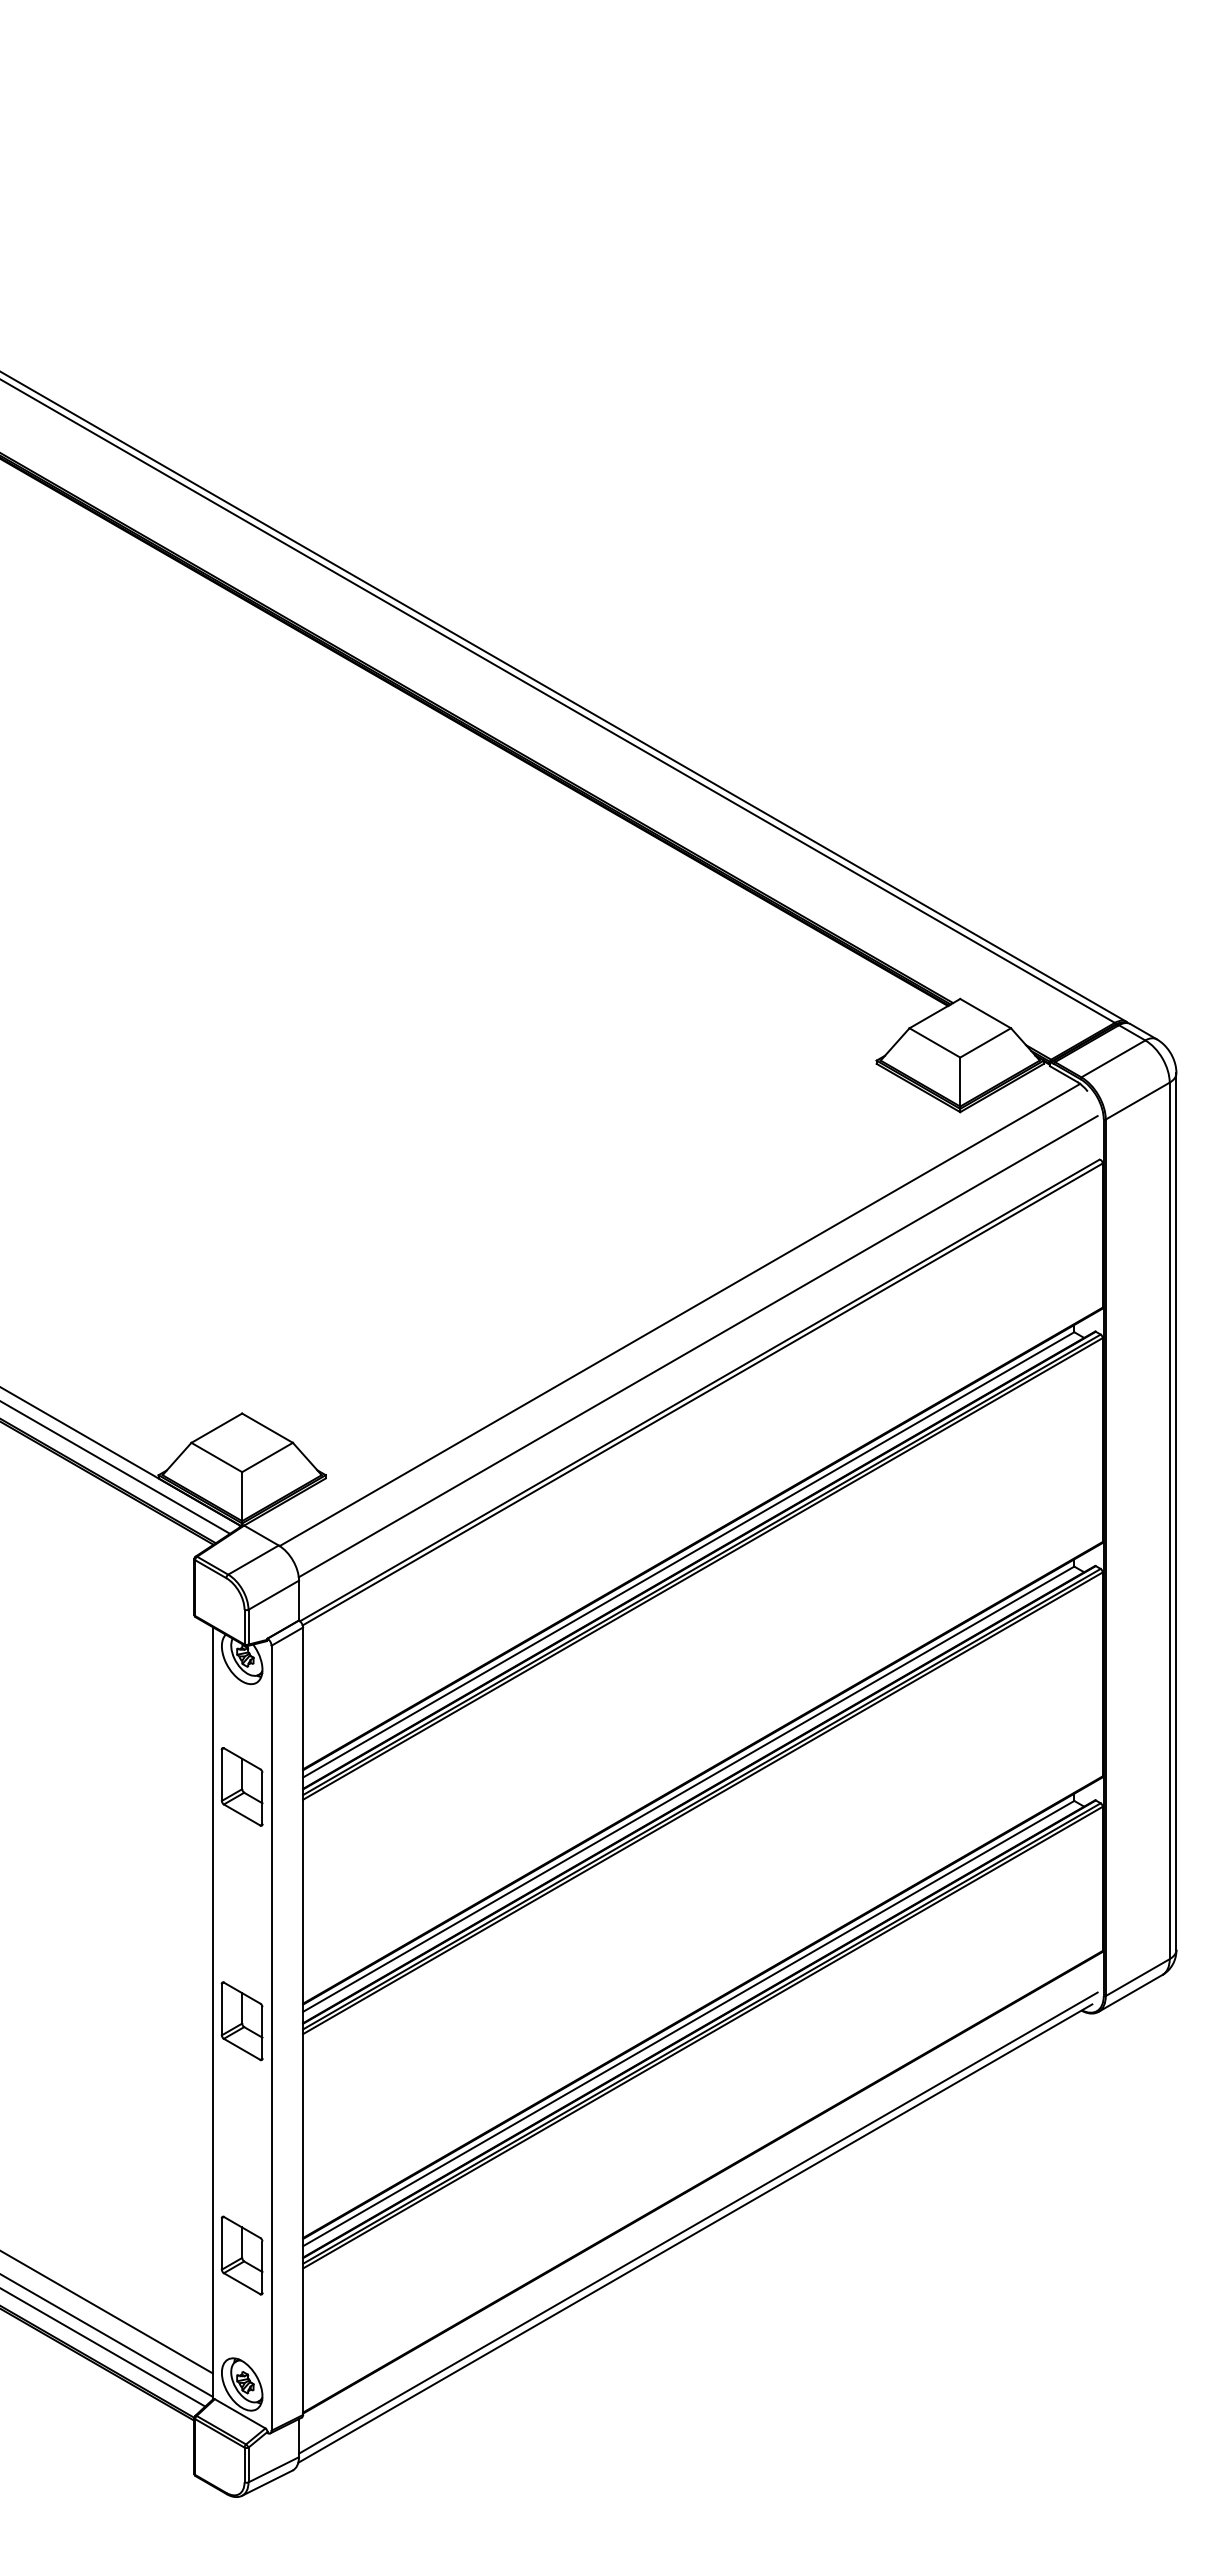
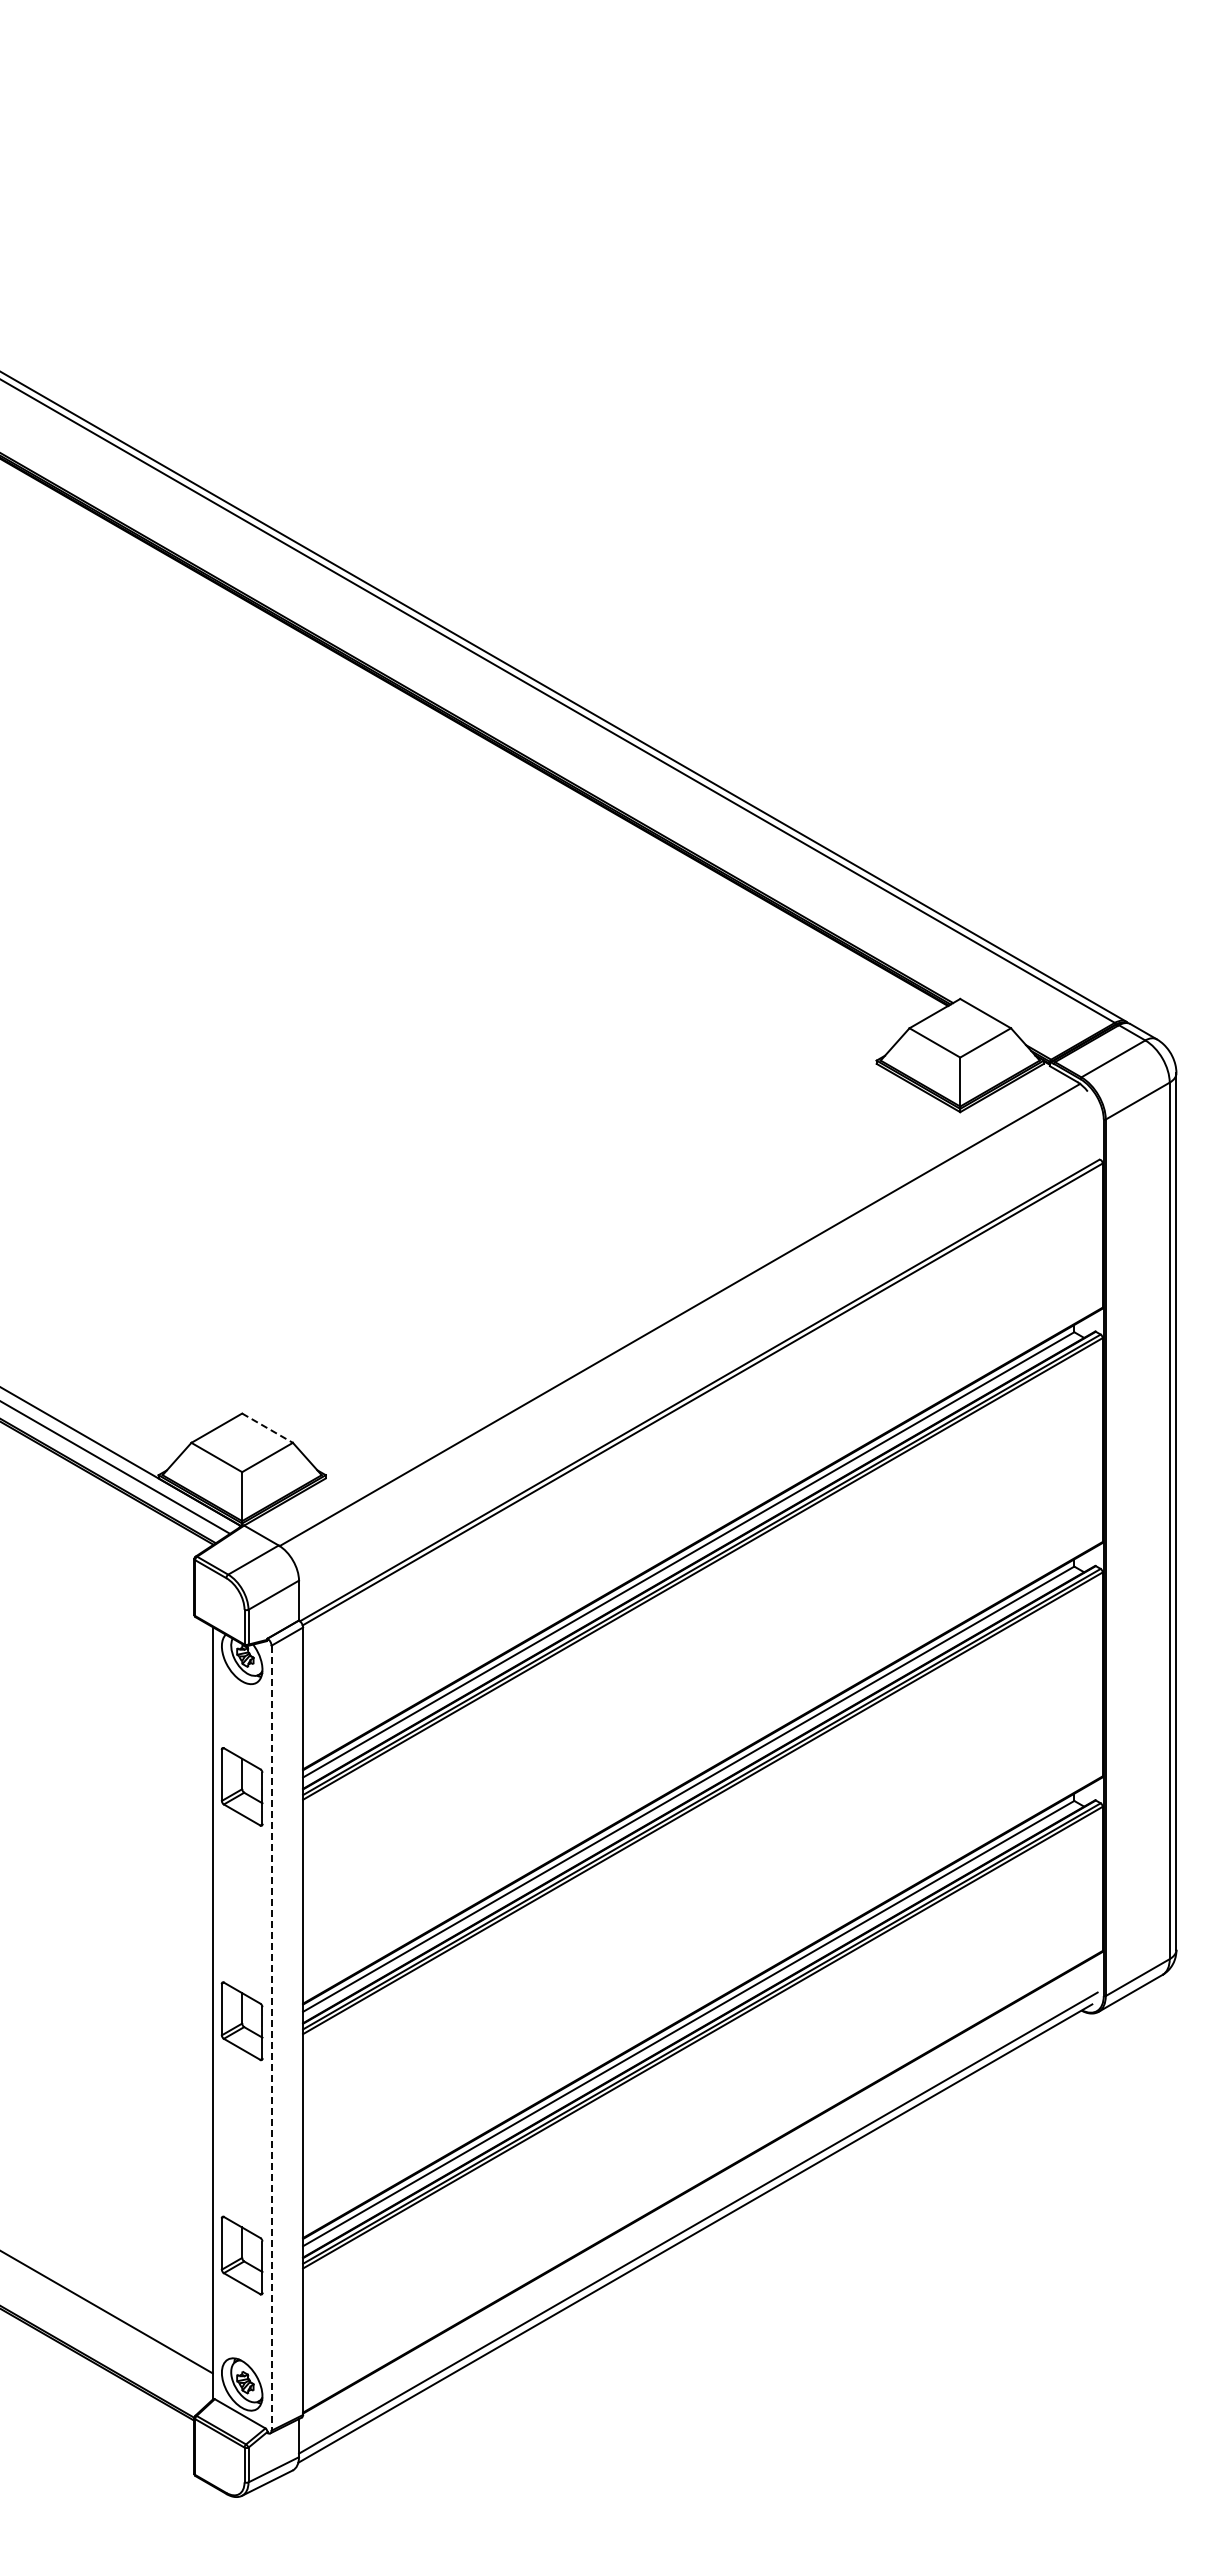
line at (697, 1346): present -> none
line at (267, 1428): solid -> dashed
line at (271, 2038): solid -> dashed
line at (107, 2335): present -> none
line at (103, 2347): present -> none
